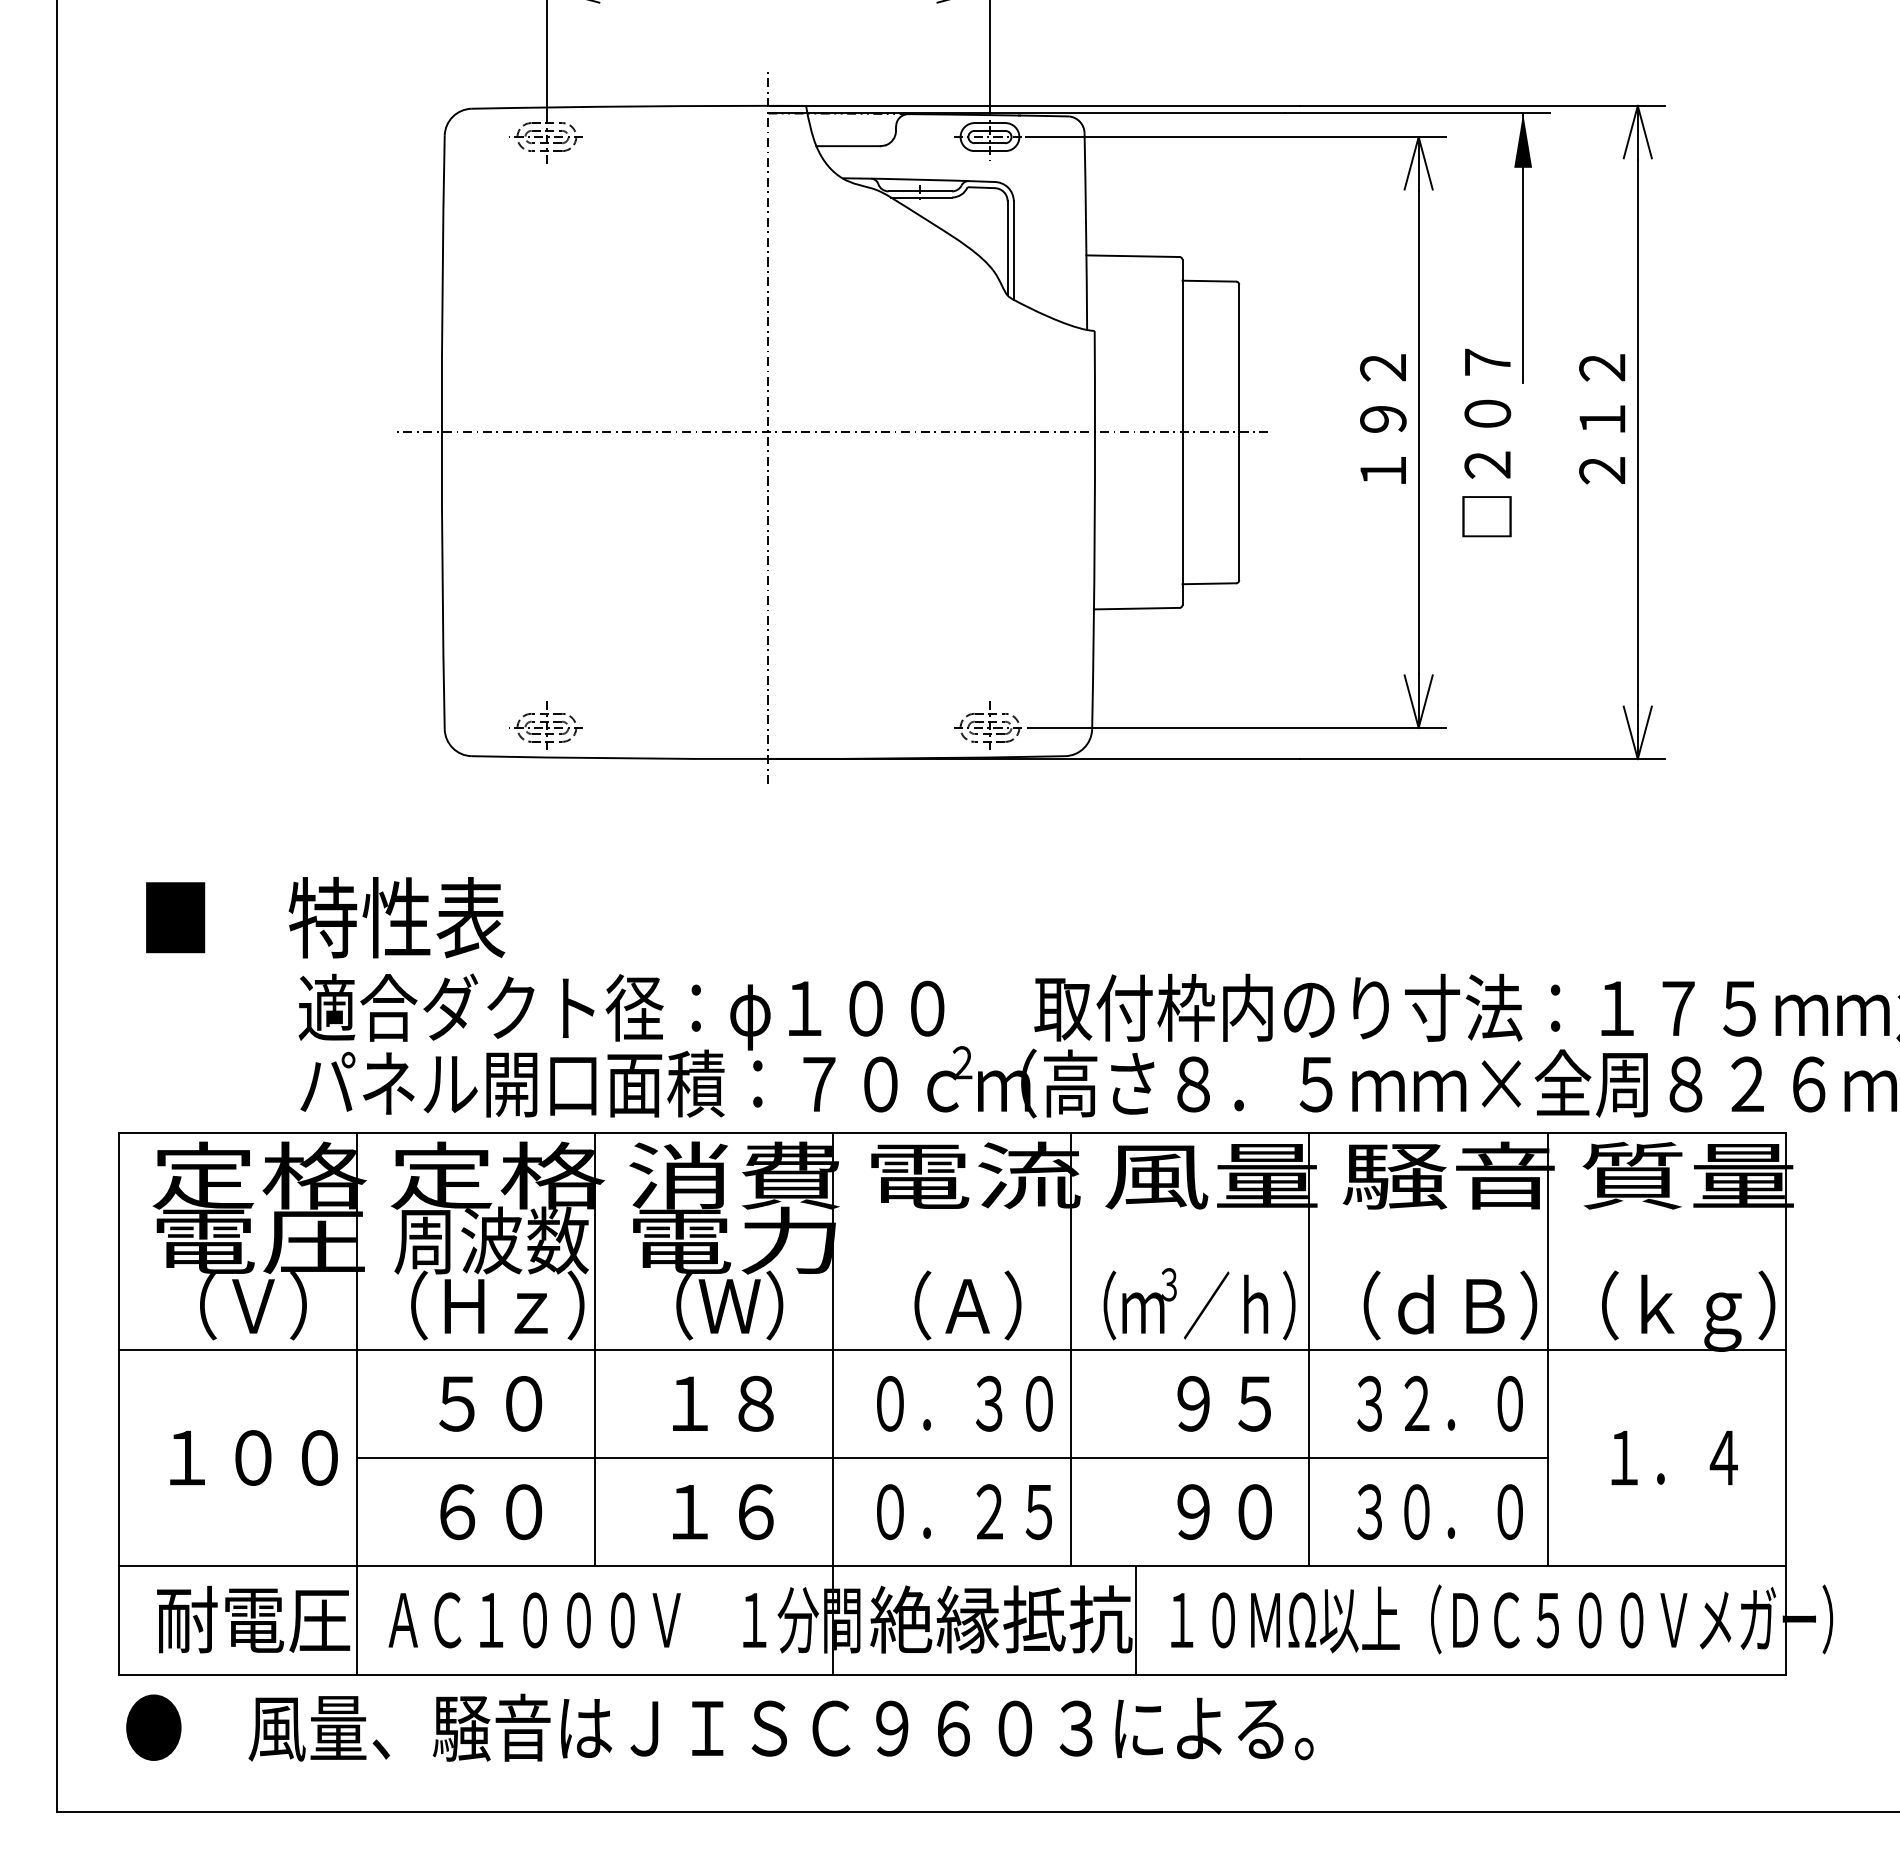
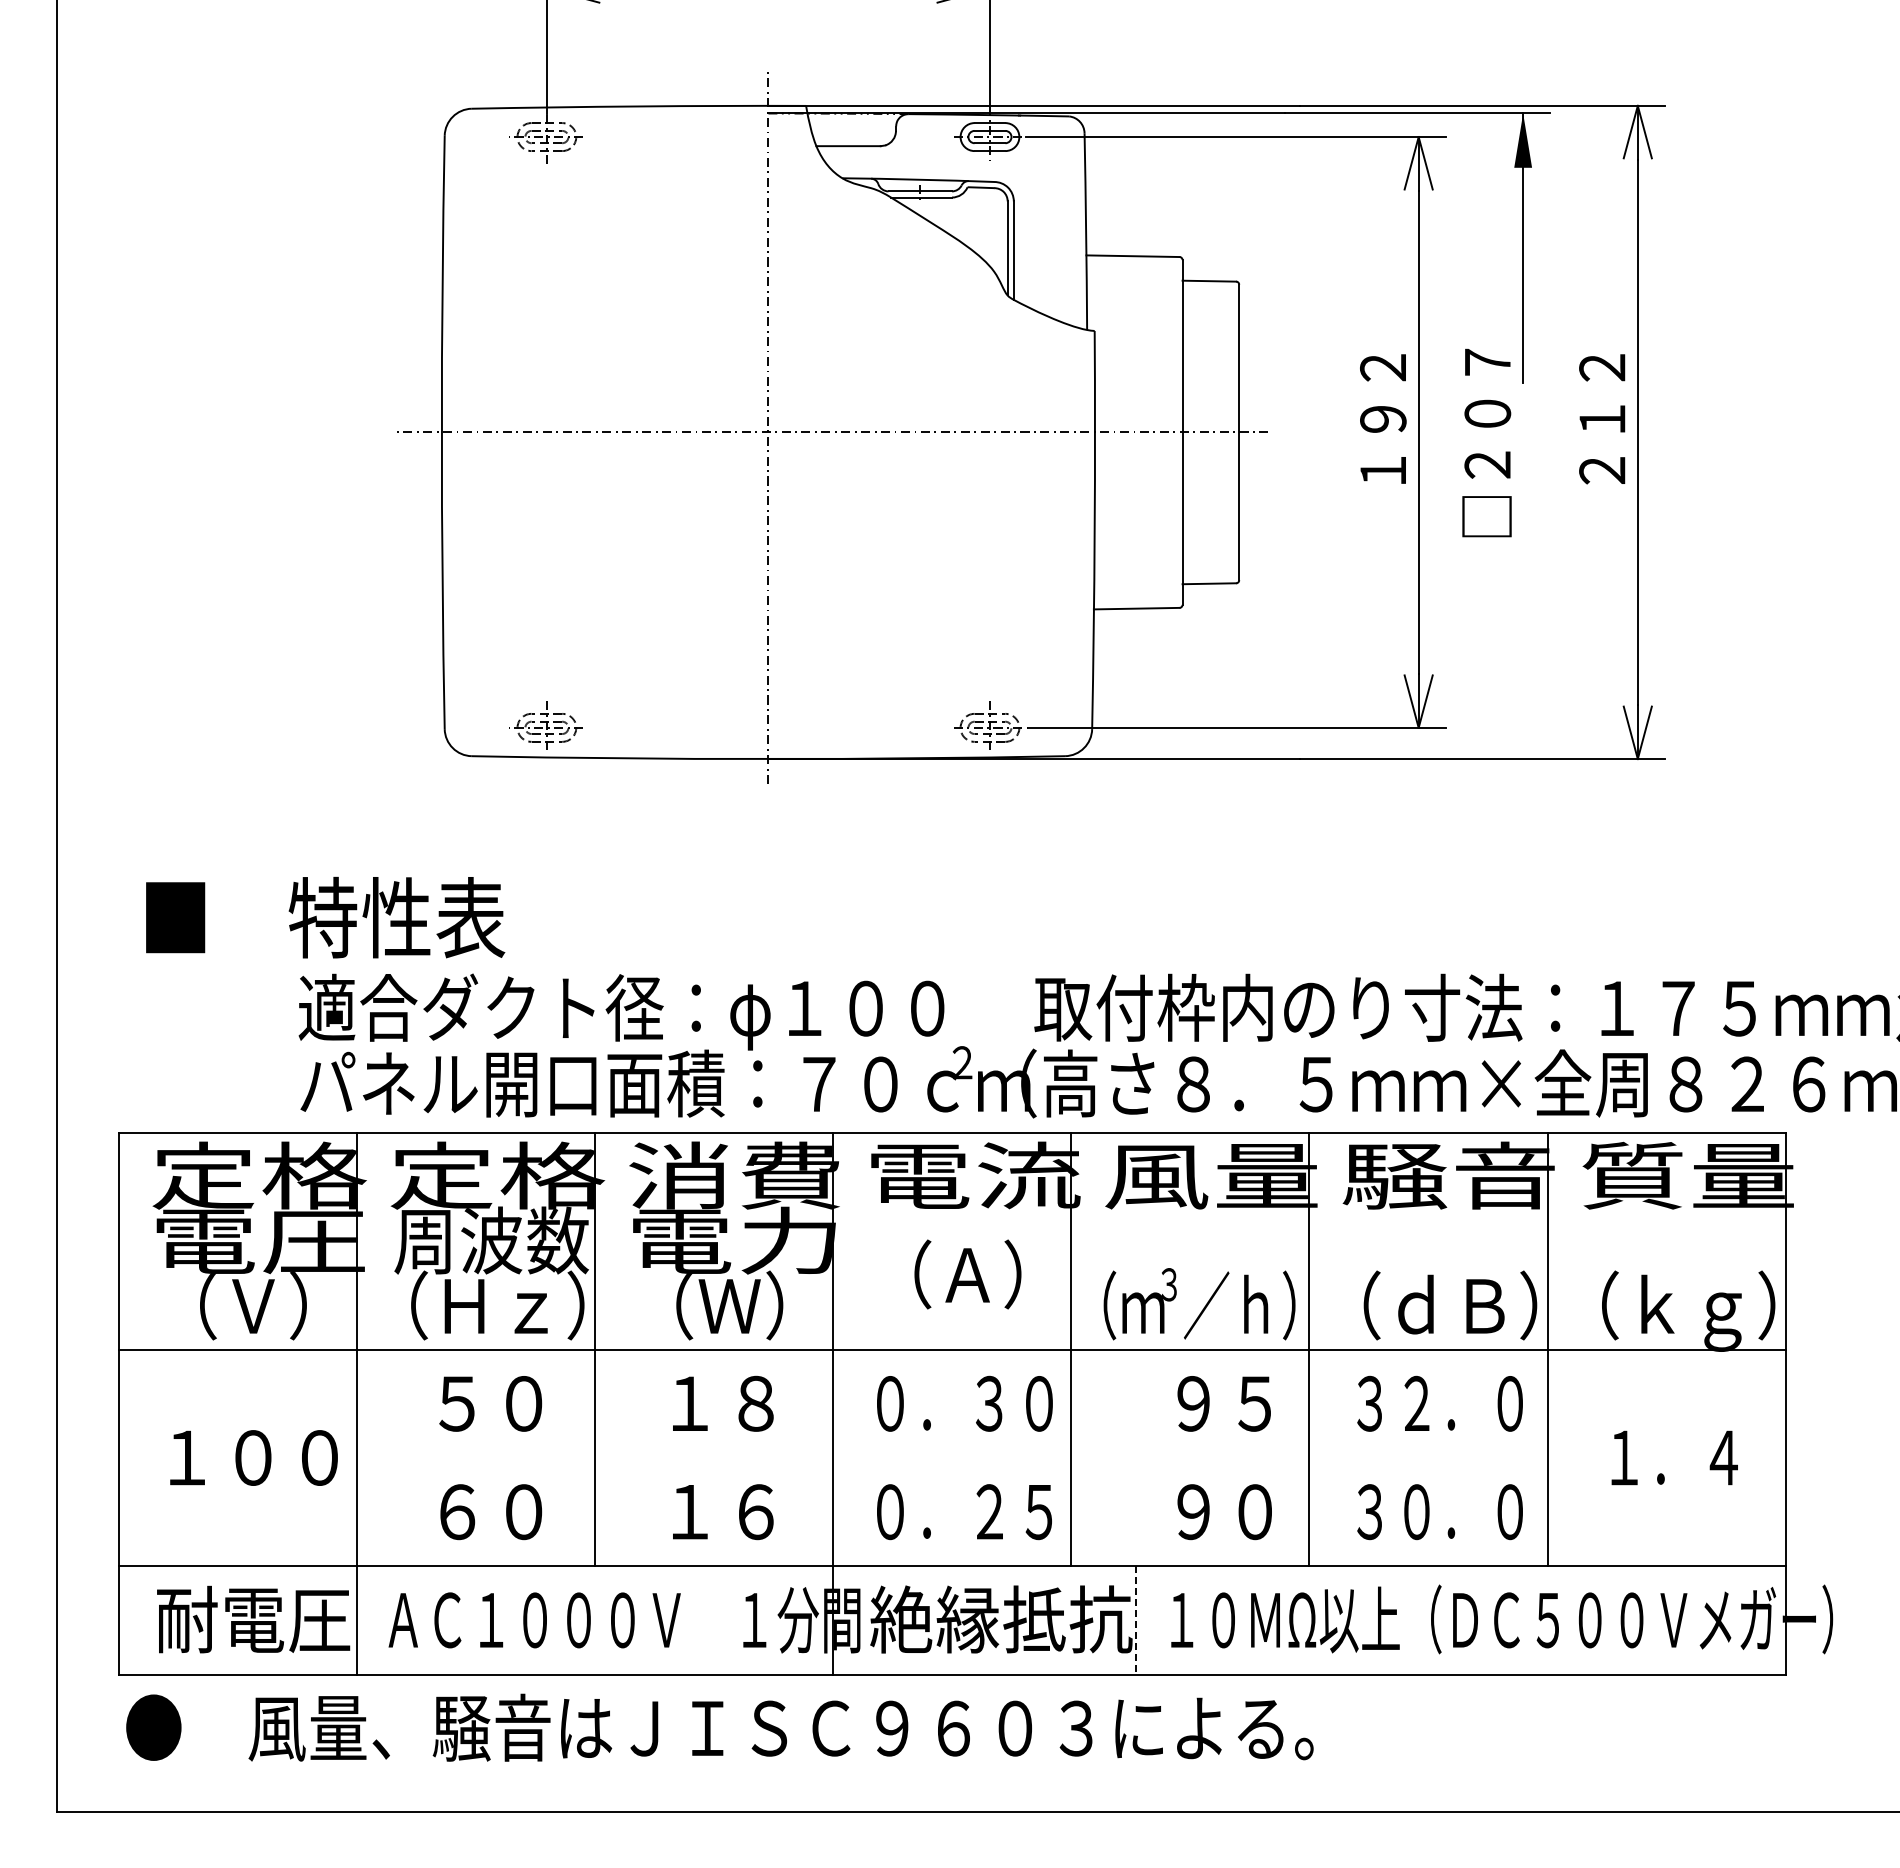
text at (967, 1305) position: (967, 1305) -> (967, 1274)
line at (951, 1458): present -> none
line at (1136, 1620): solid -> dashed
